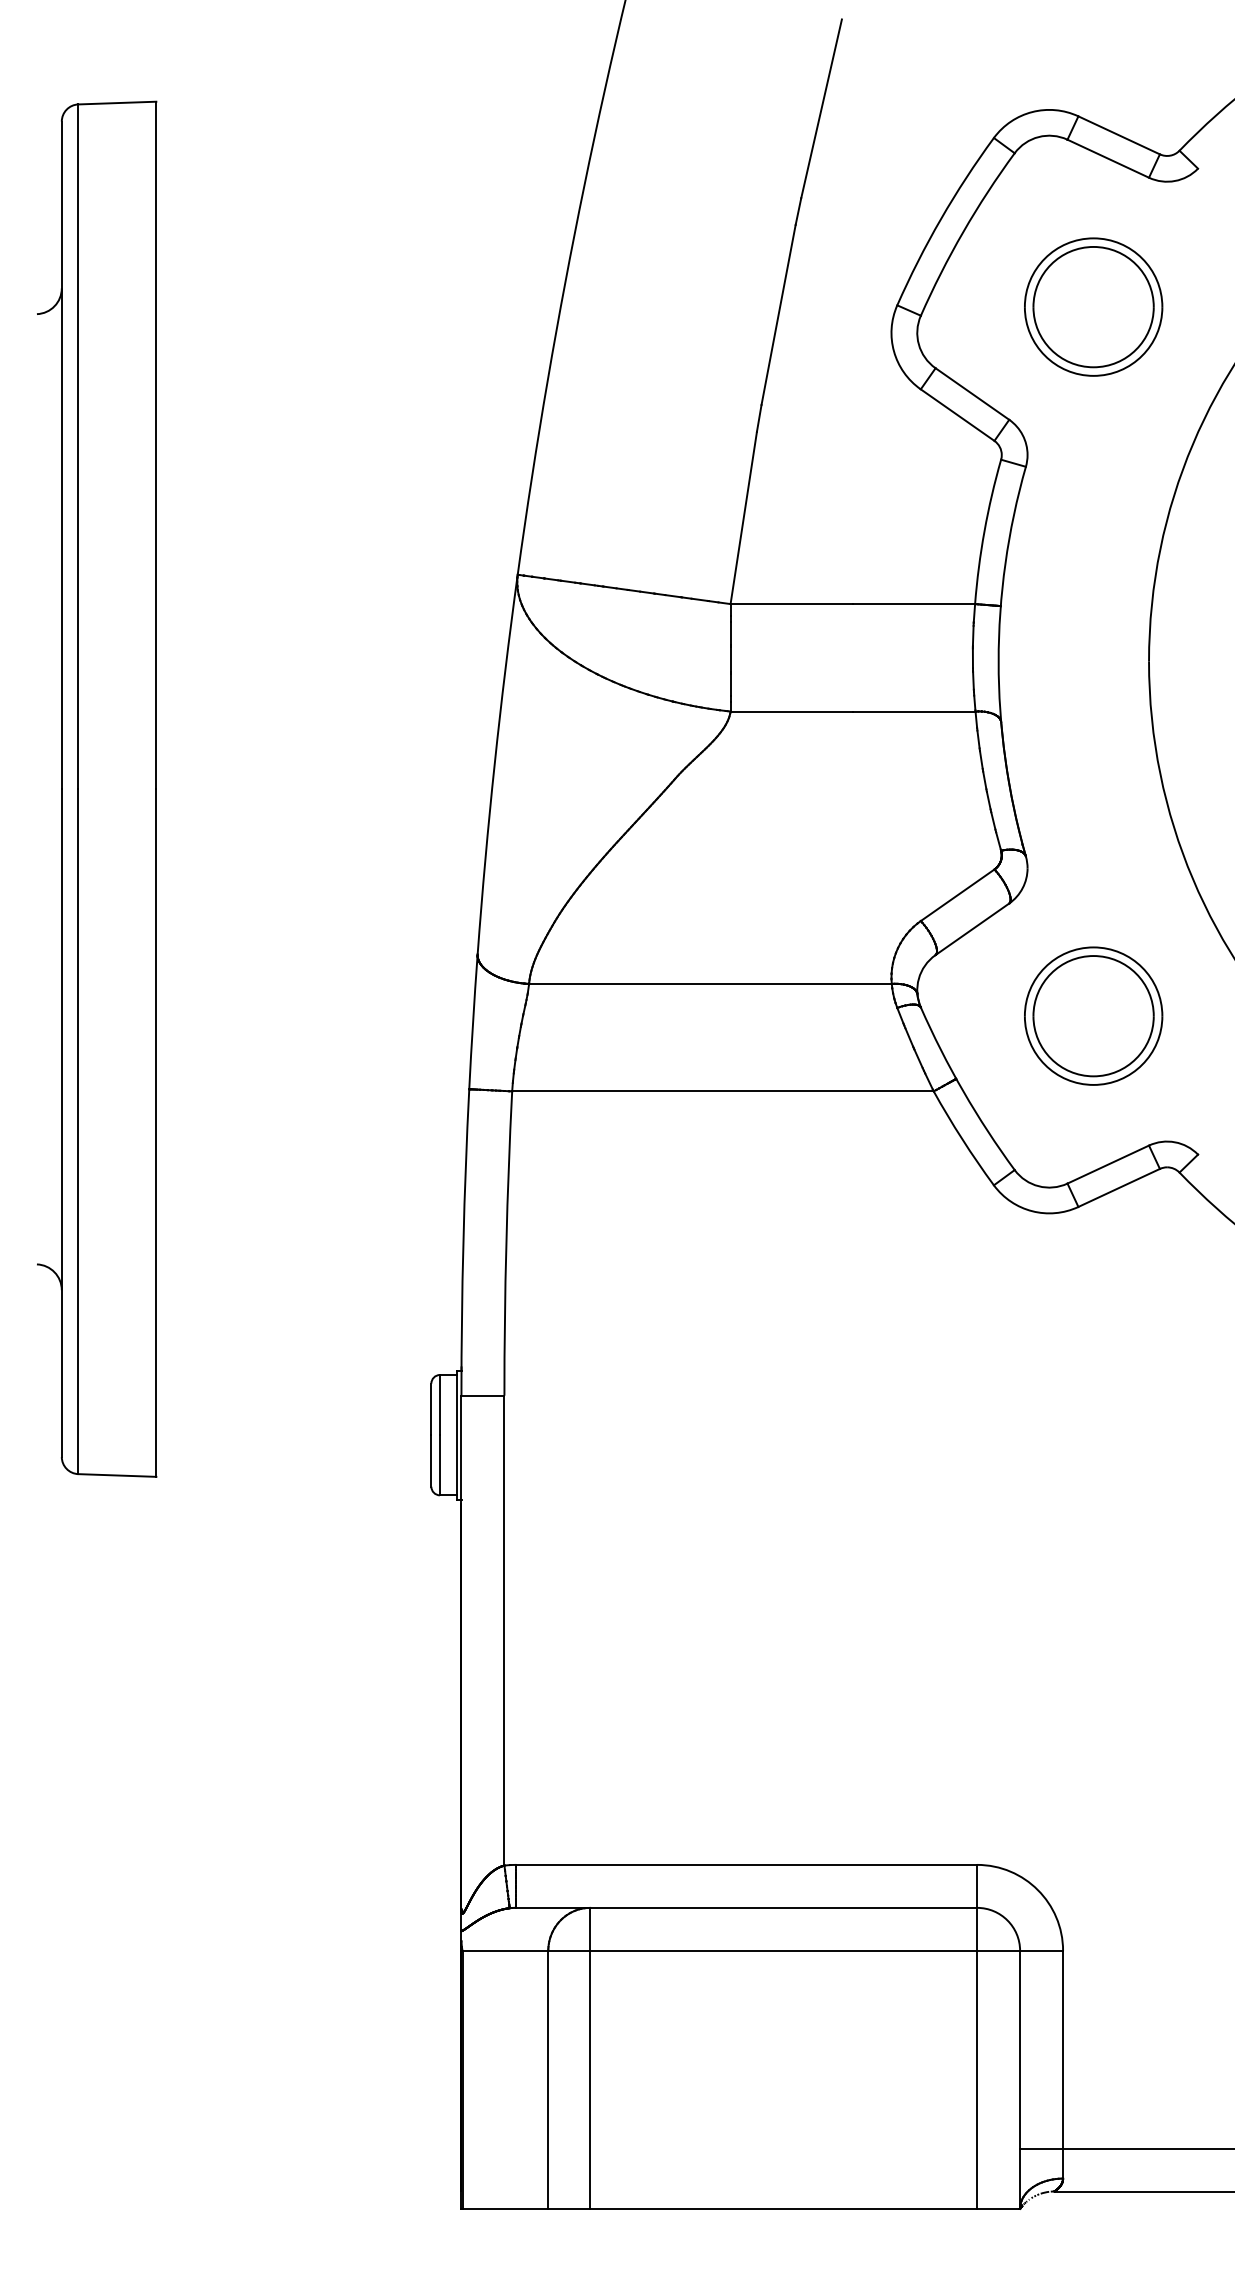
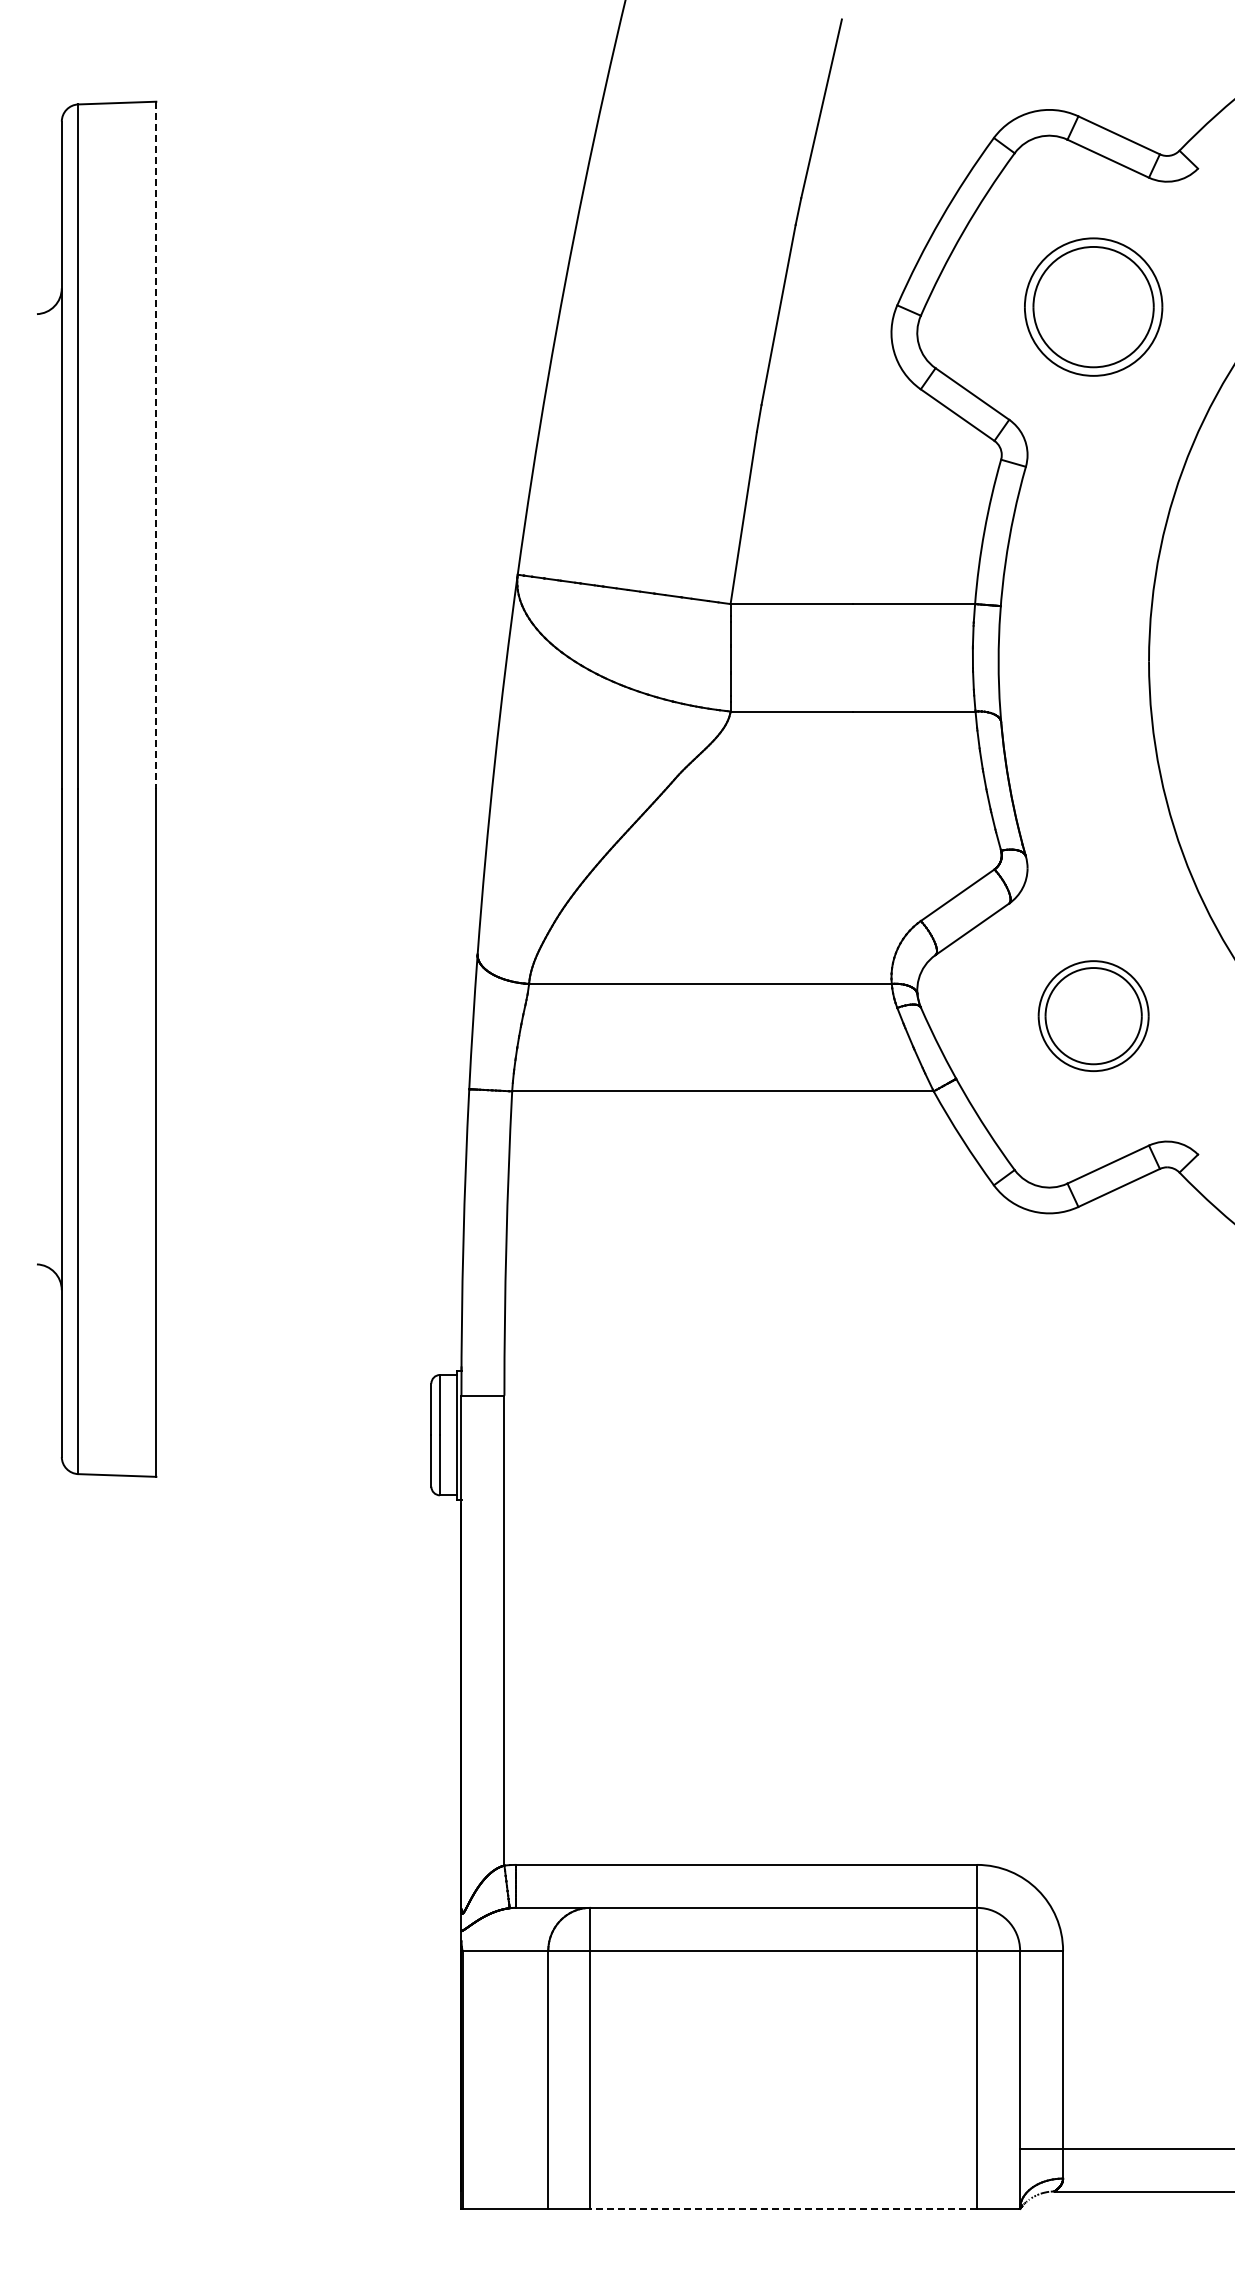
line at (156, 445): solid -> dashed
part at (1093, 1015) size: 140x140 px -> 113x112 px
line at (783, 2208): solid -> dashed
